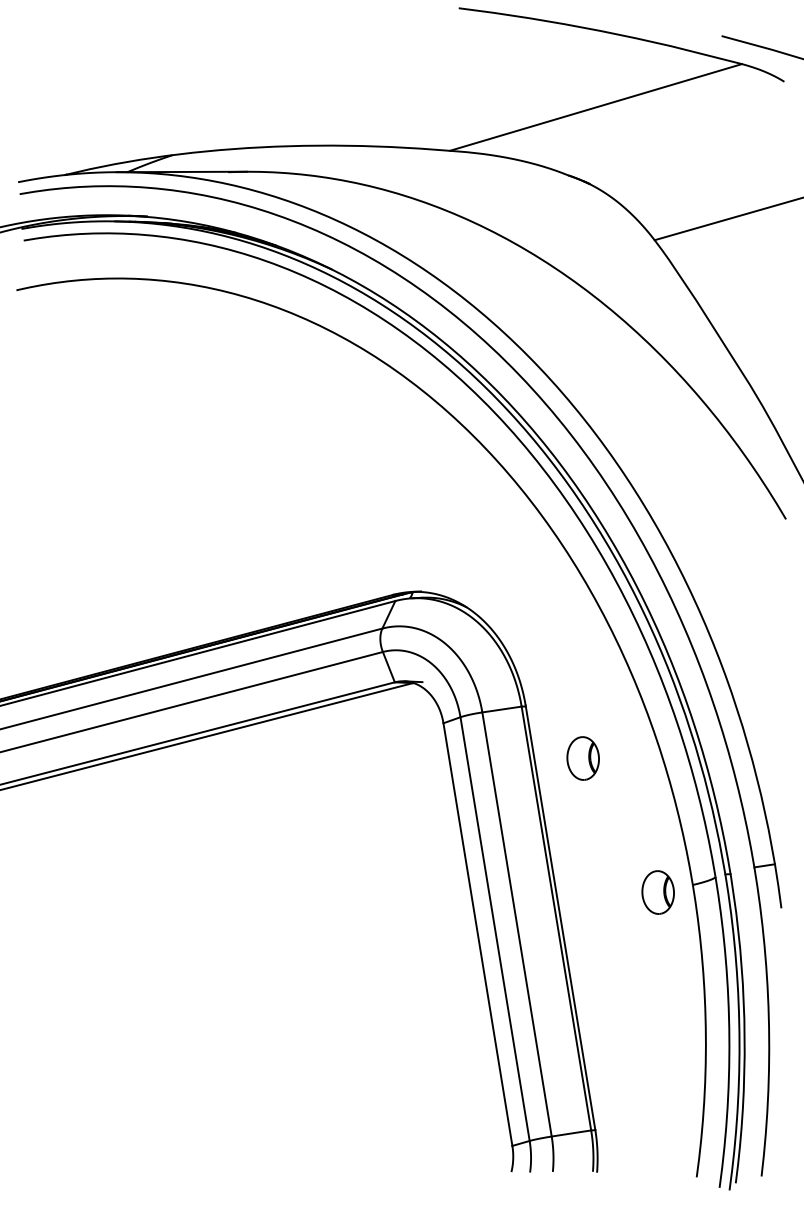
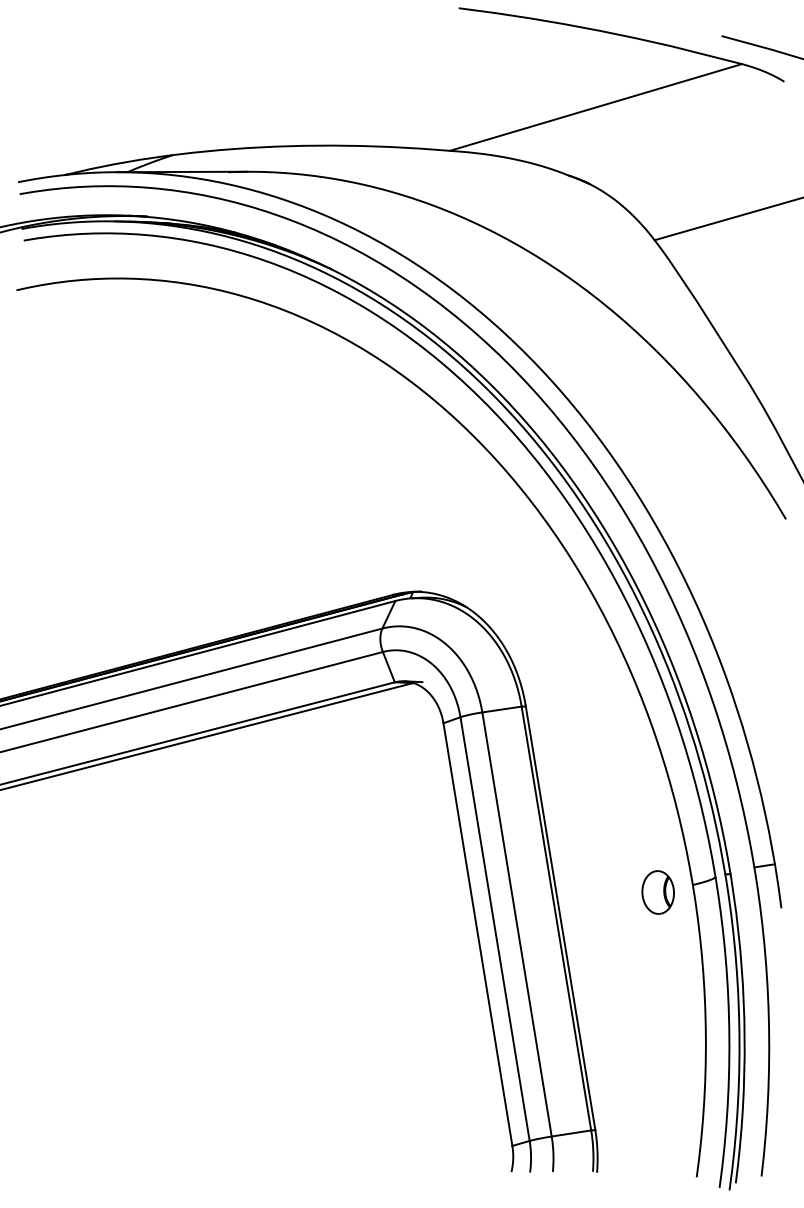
part at (582, 758): present -> none
